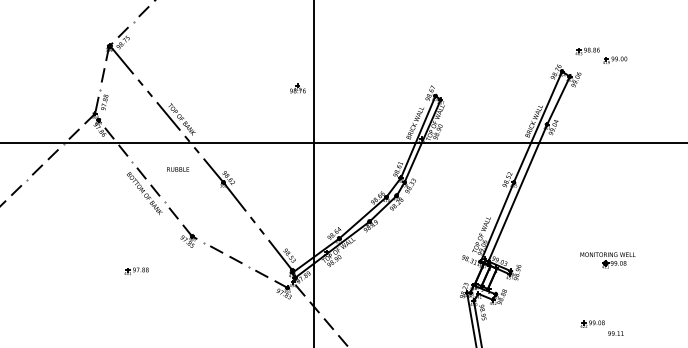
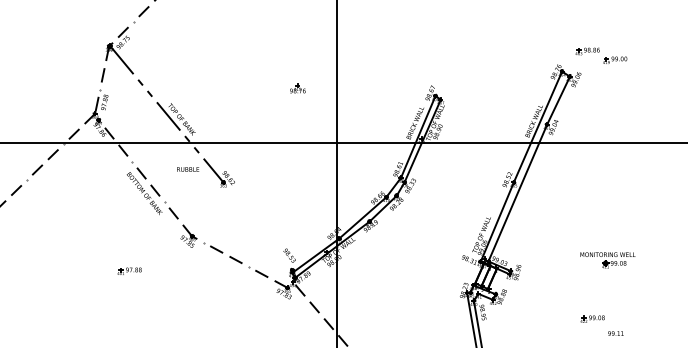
text at (178, 169) position: (178, 169) -> (188, 169)
line at (314, 173) position: (314, 173) -> (337, 173)
line at (257, 226): present -> none
part at (136, 270) position: (136, 270) -> (129, 270)
part at (592, 323) position: (592, 323) -> (592, 318)
